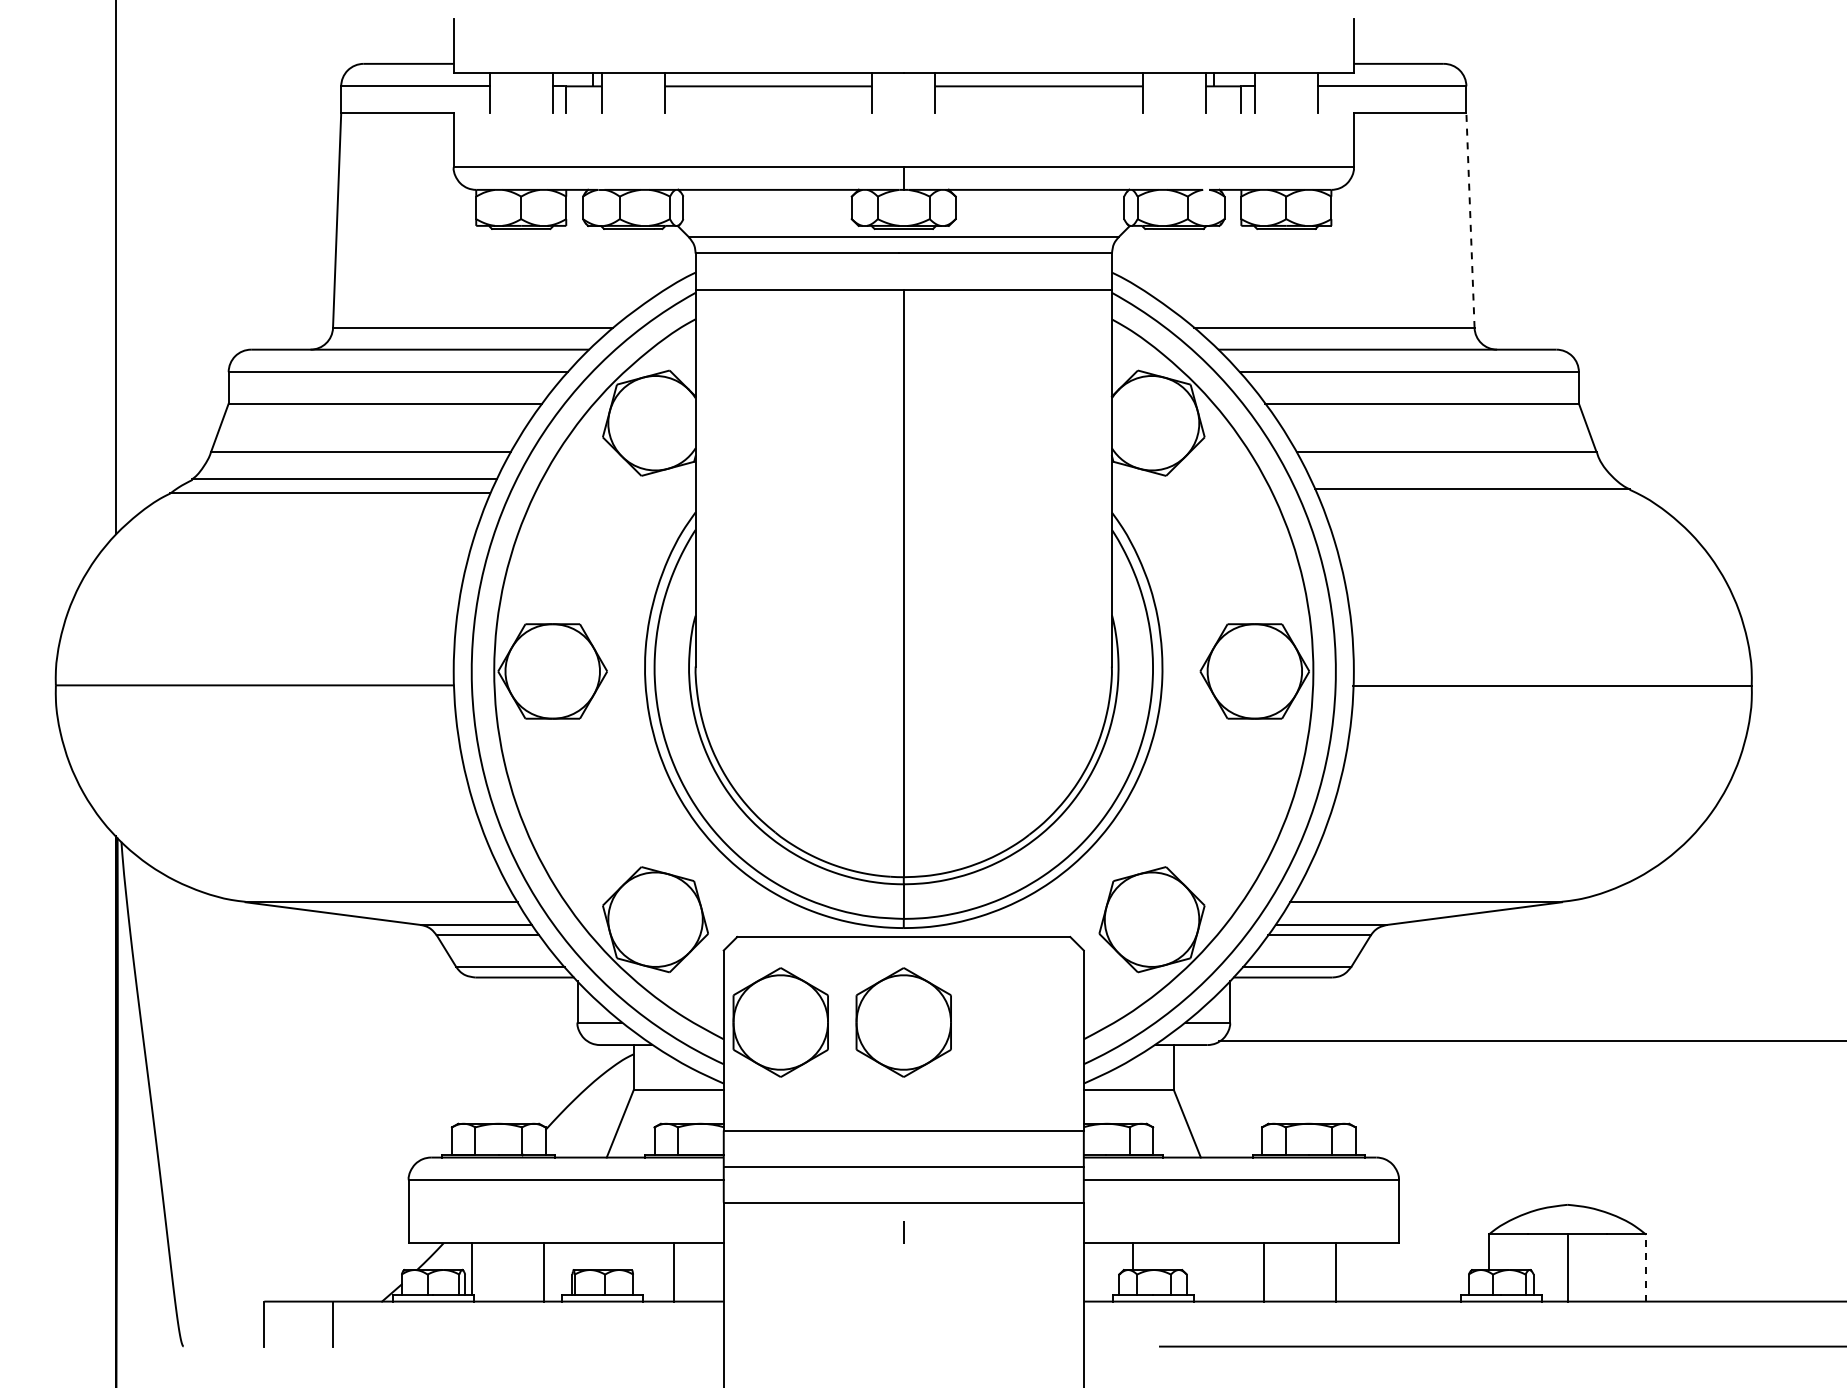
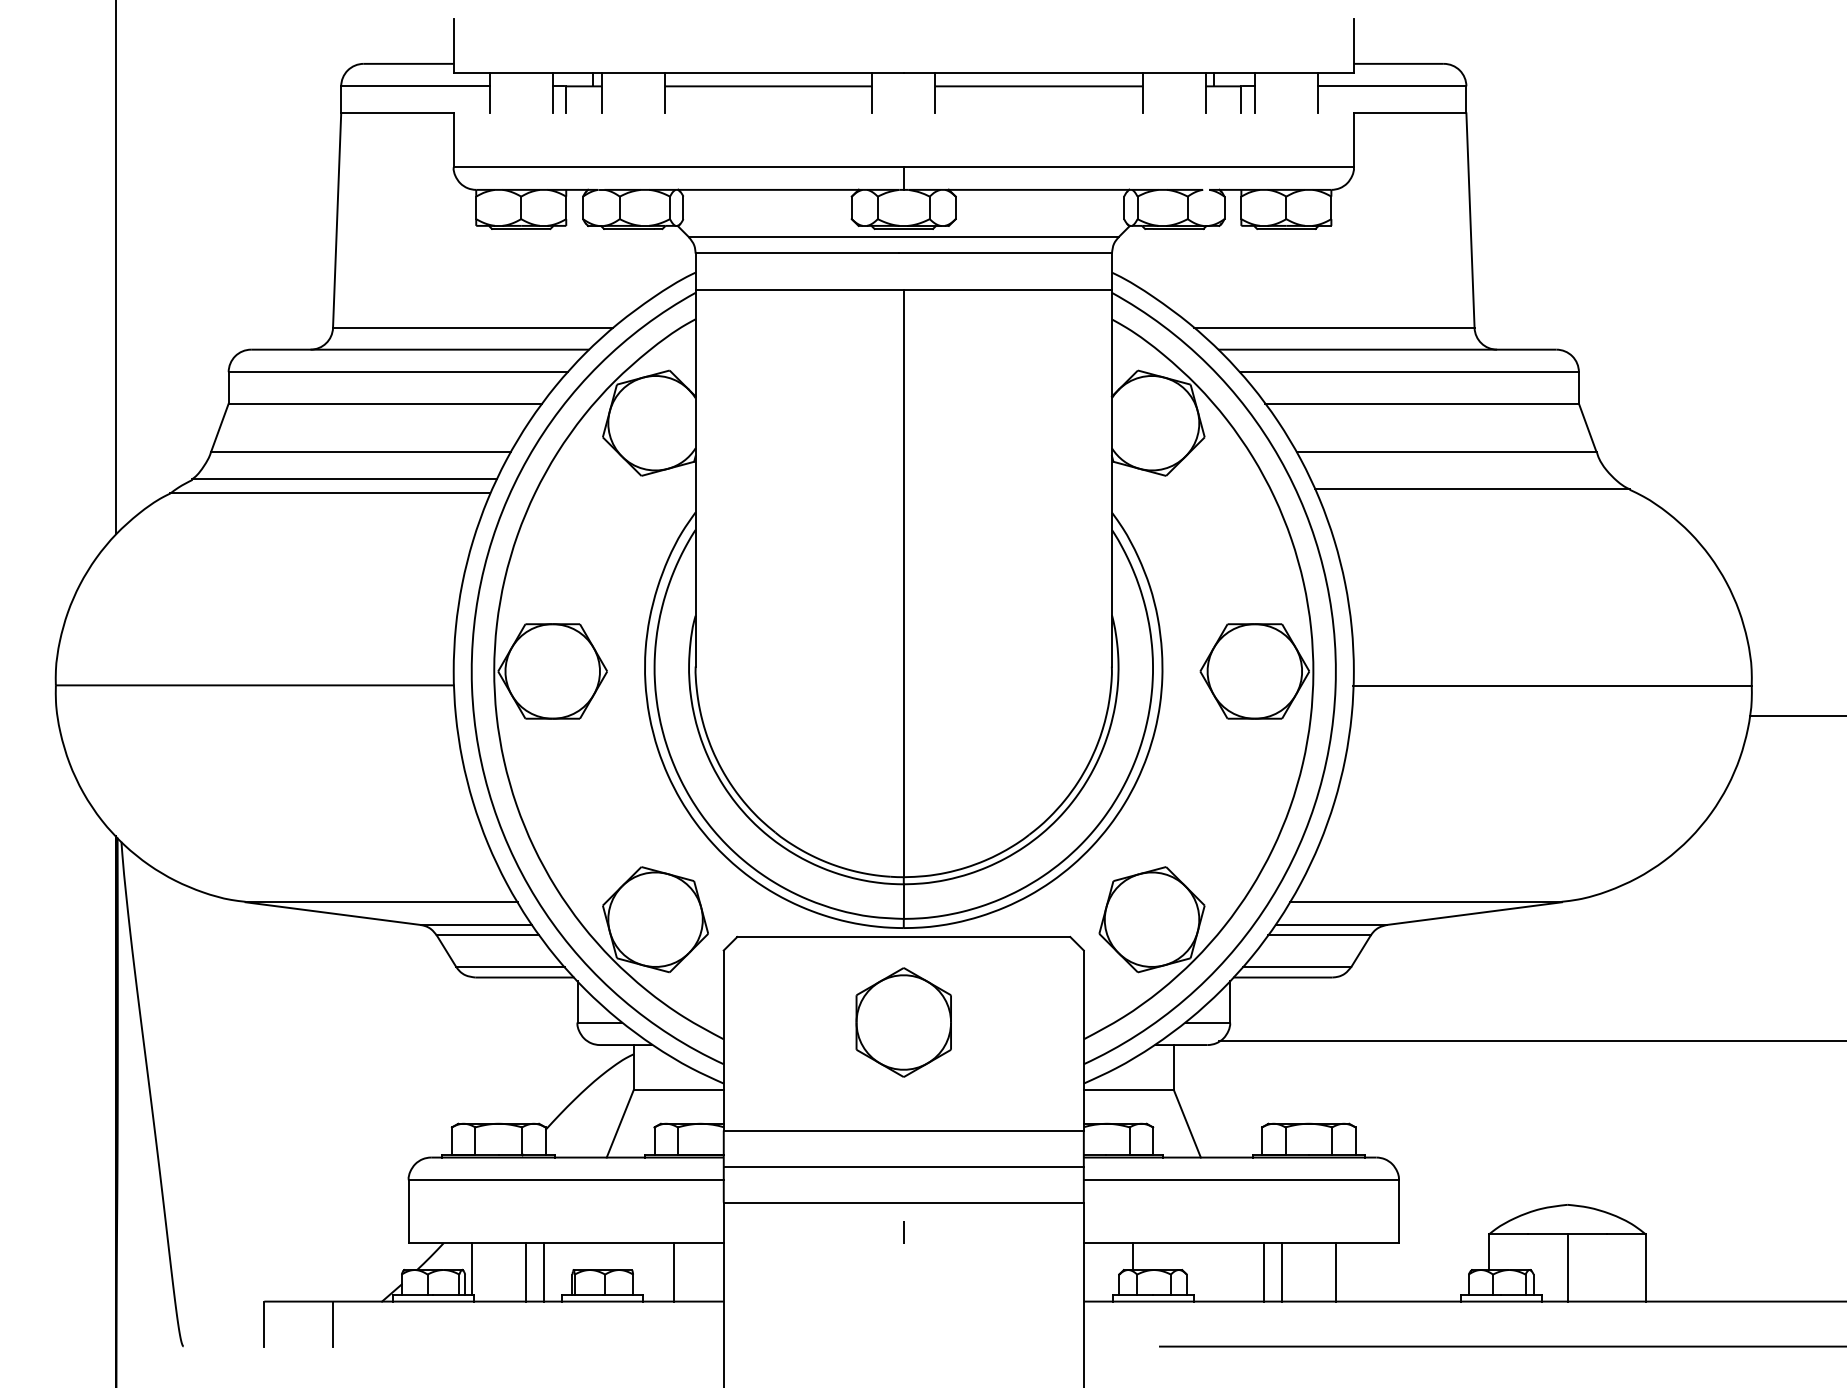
line at (1470, 220): dashed -> solid
line at (1796, 716): none -> present
part at (780, 1022): present -> none
line at (1646, 1267): dashed -> solid
line at (525, 1272): none -> present
line at (1281, 1272): none -> present
